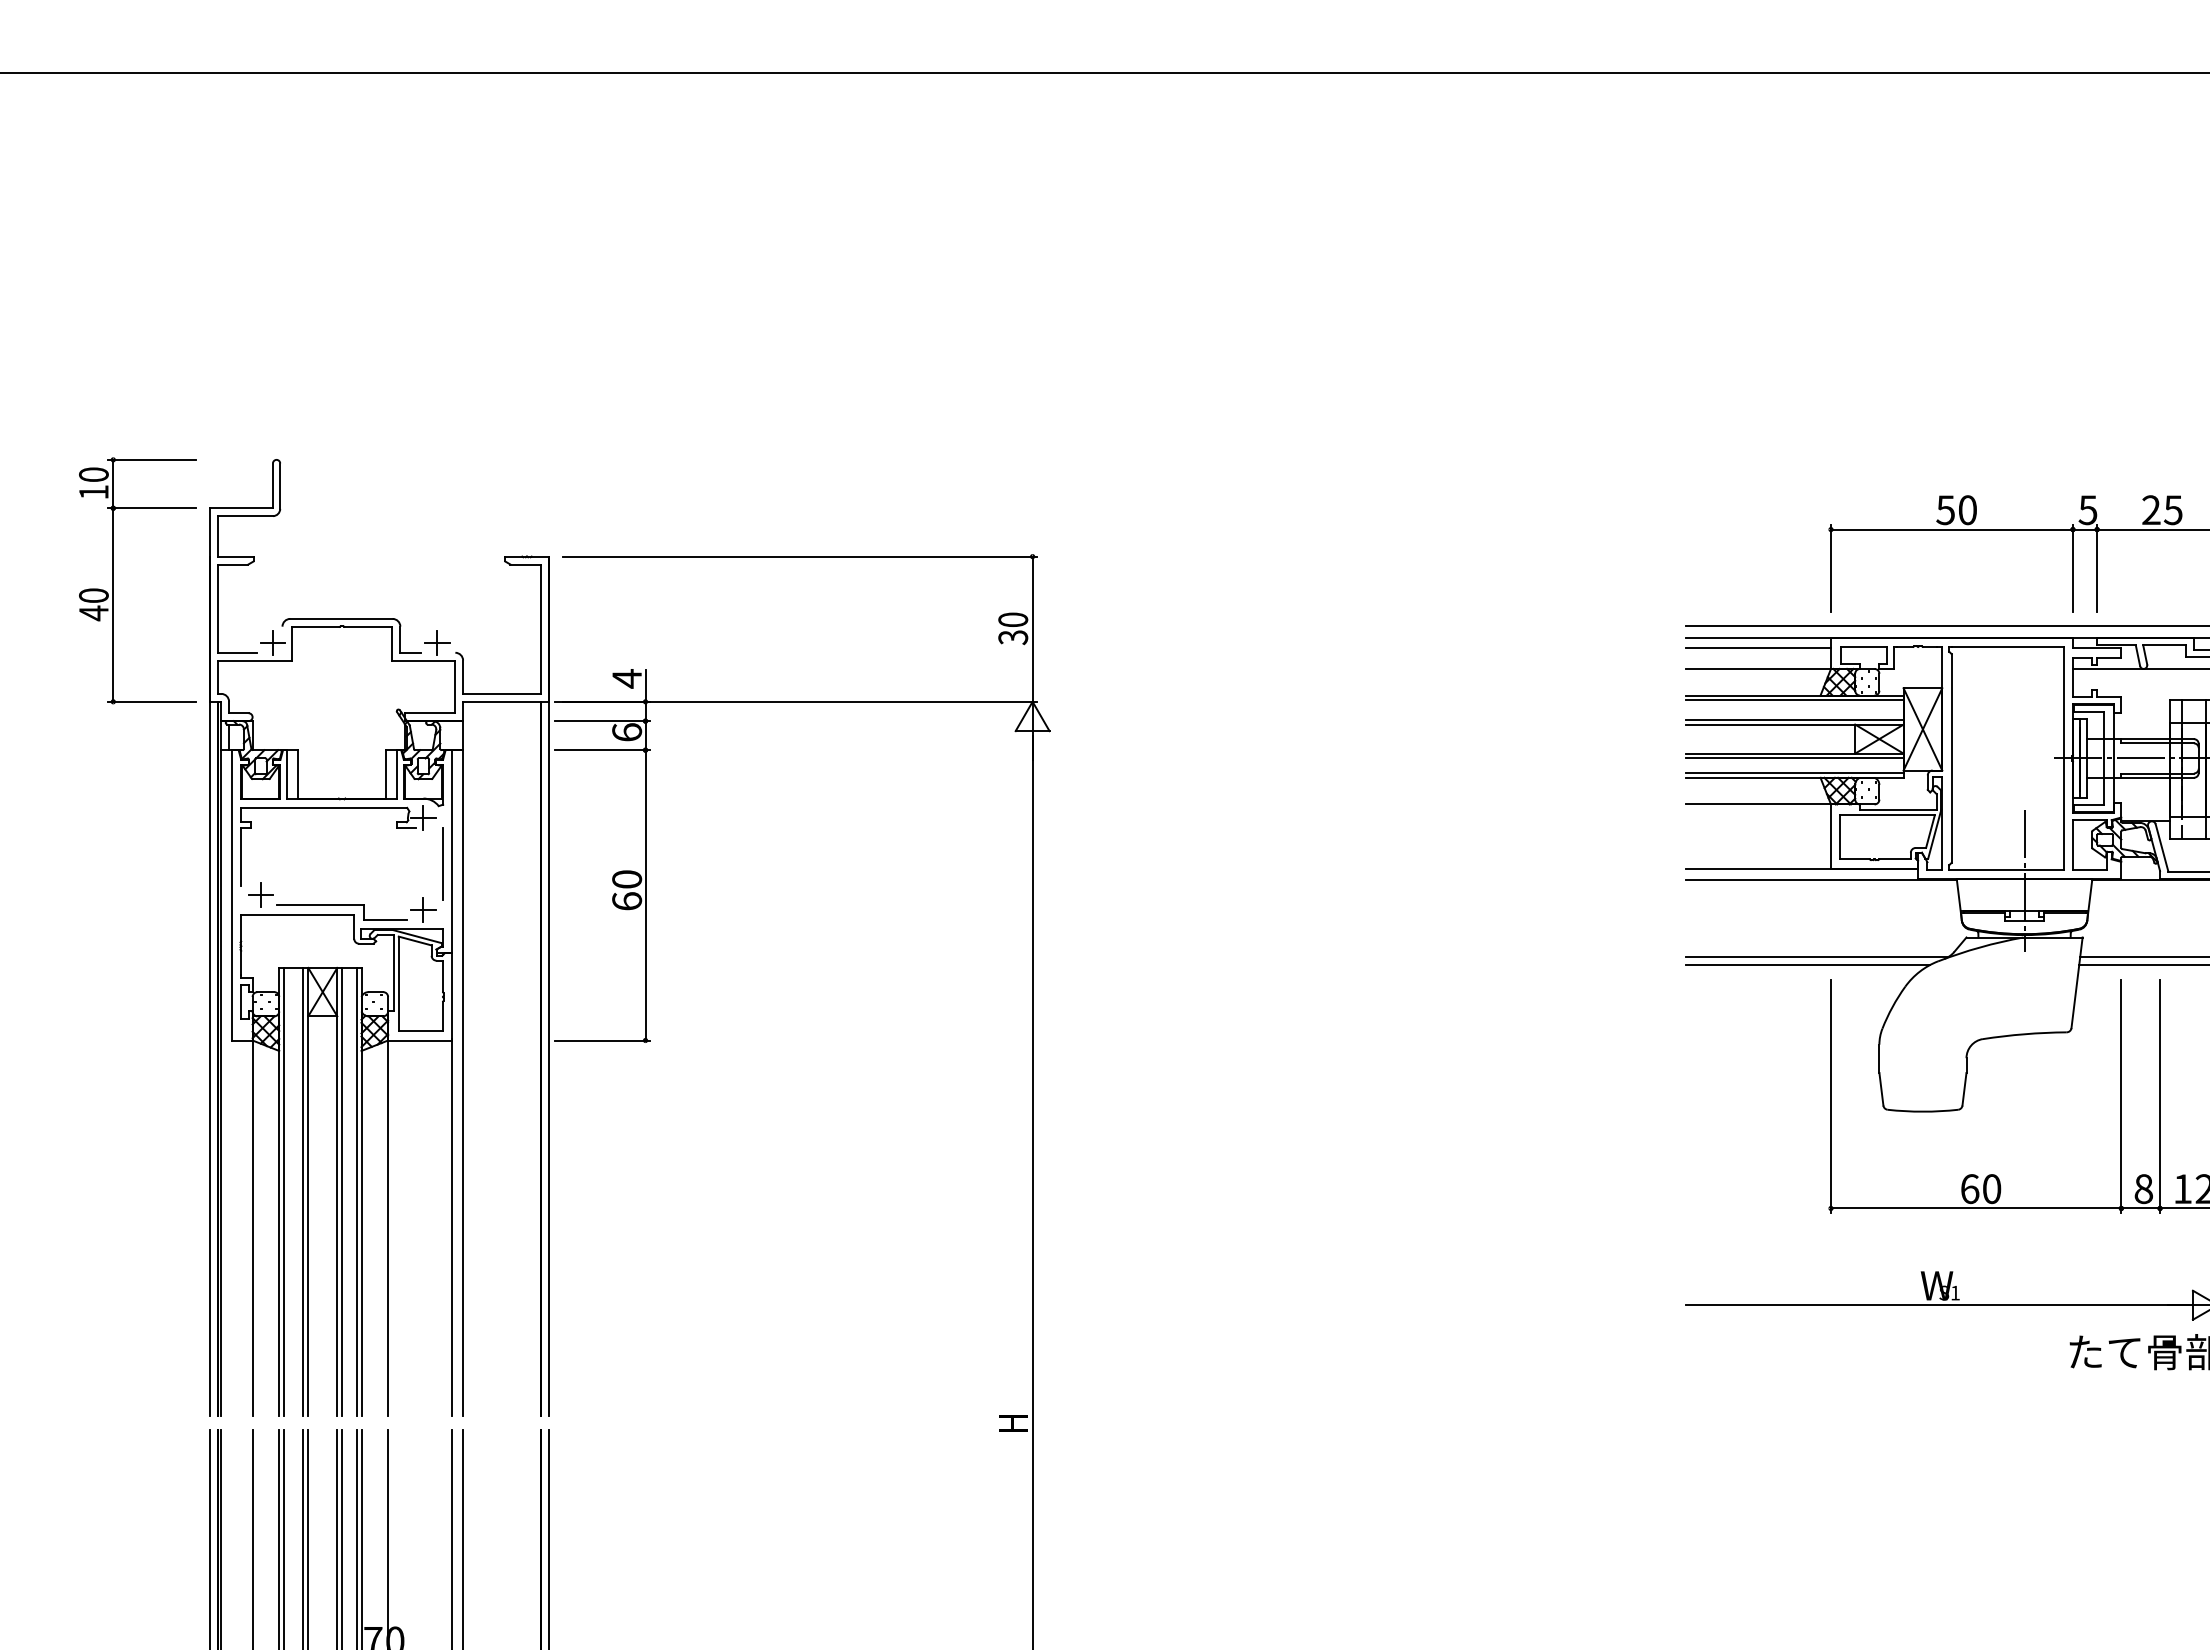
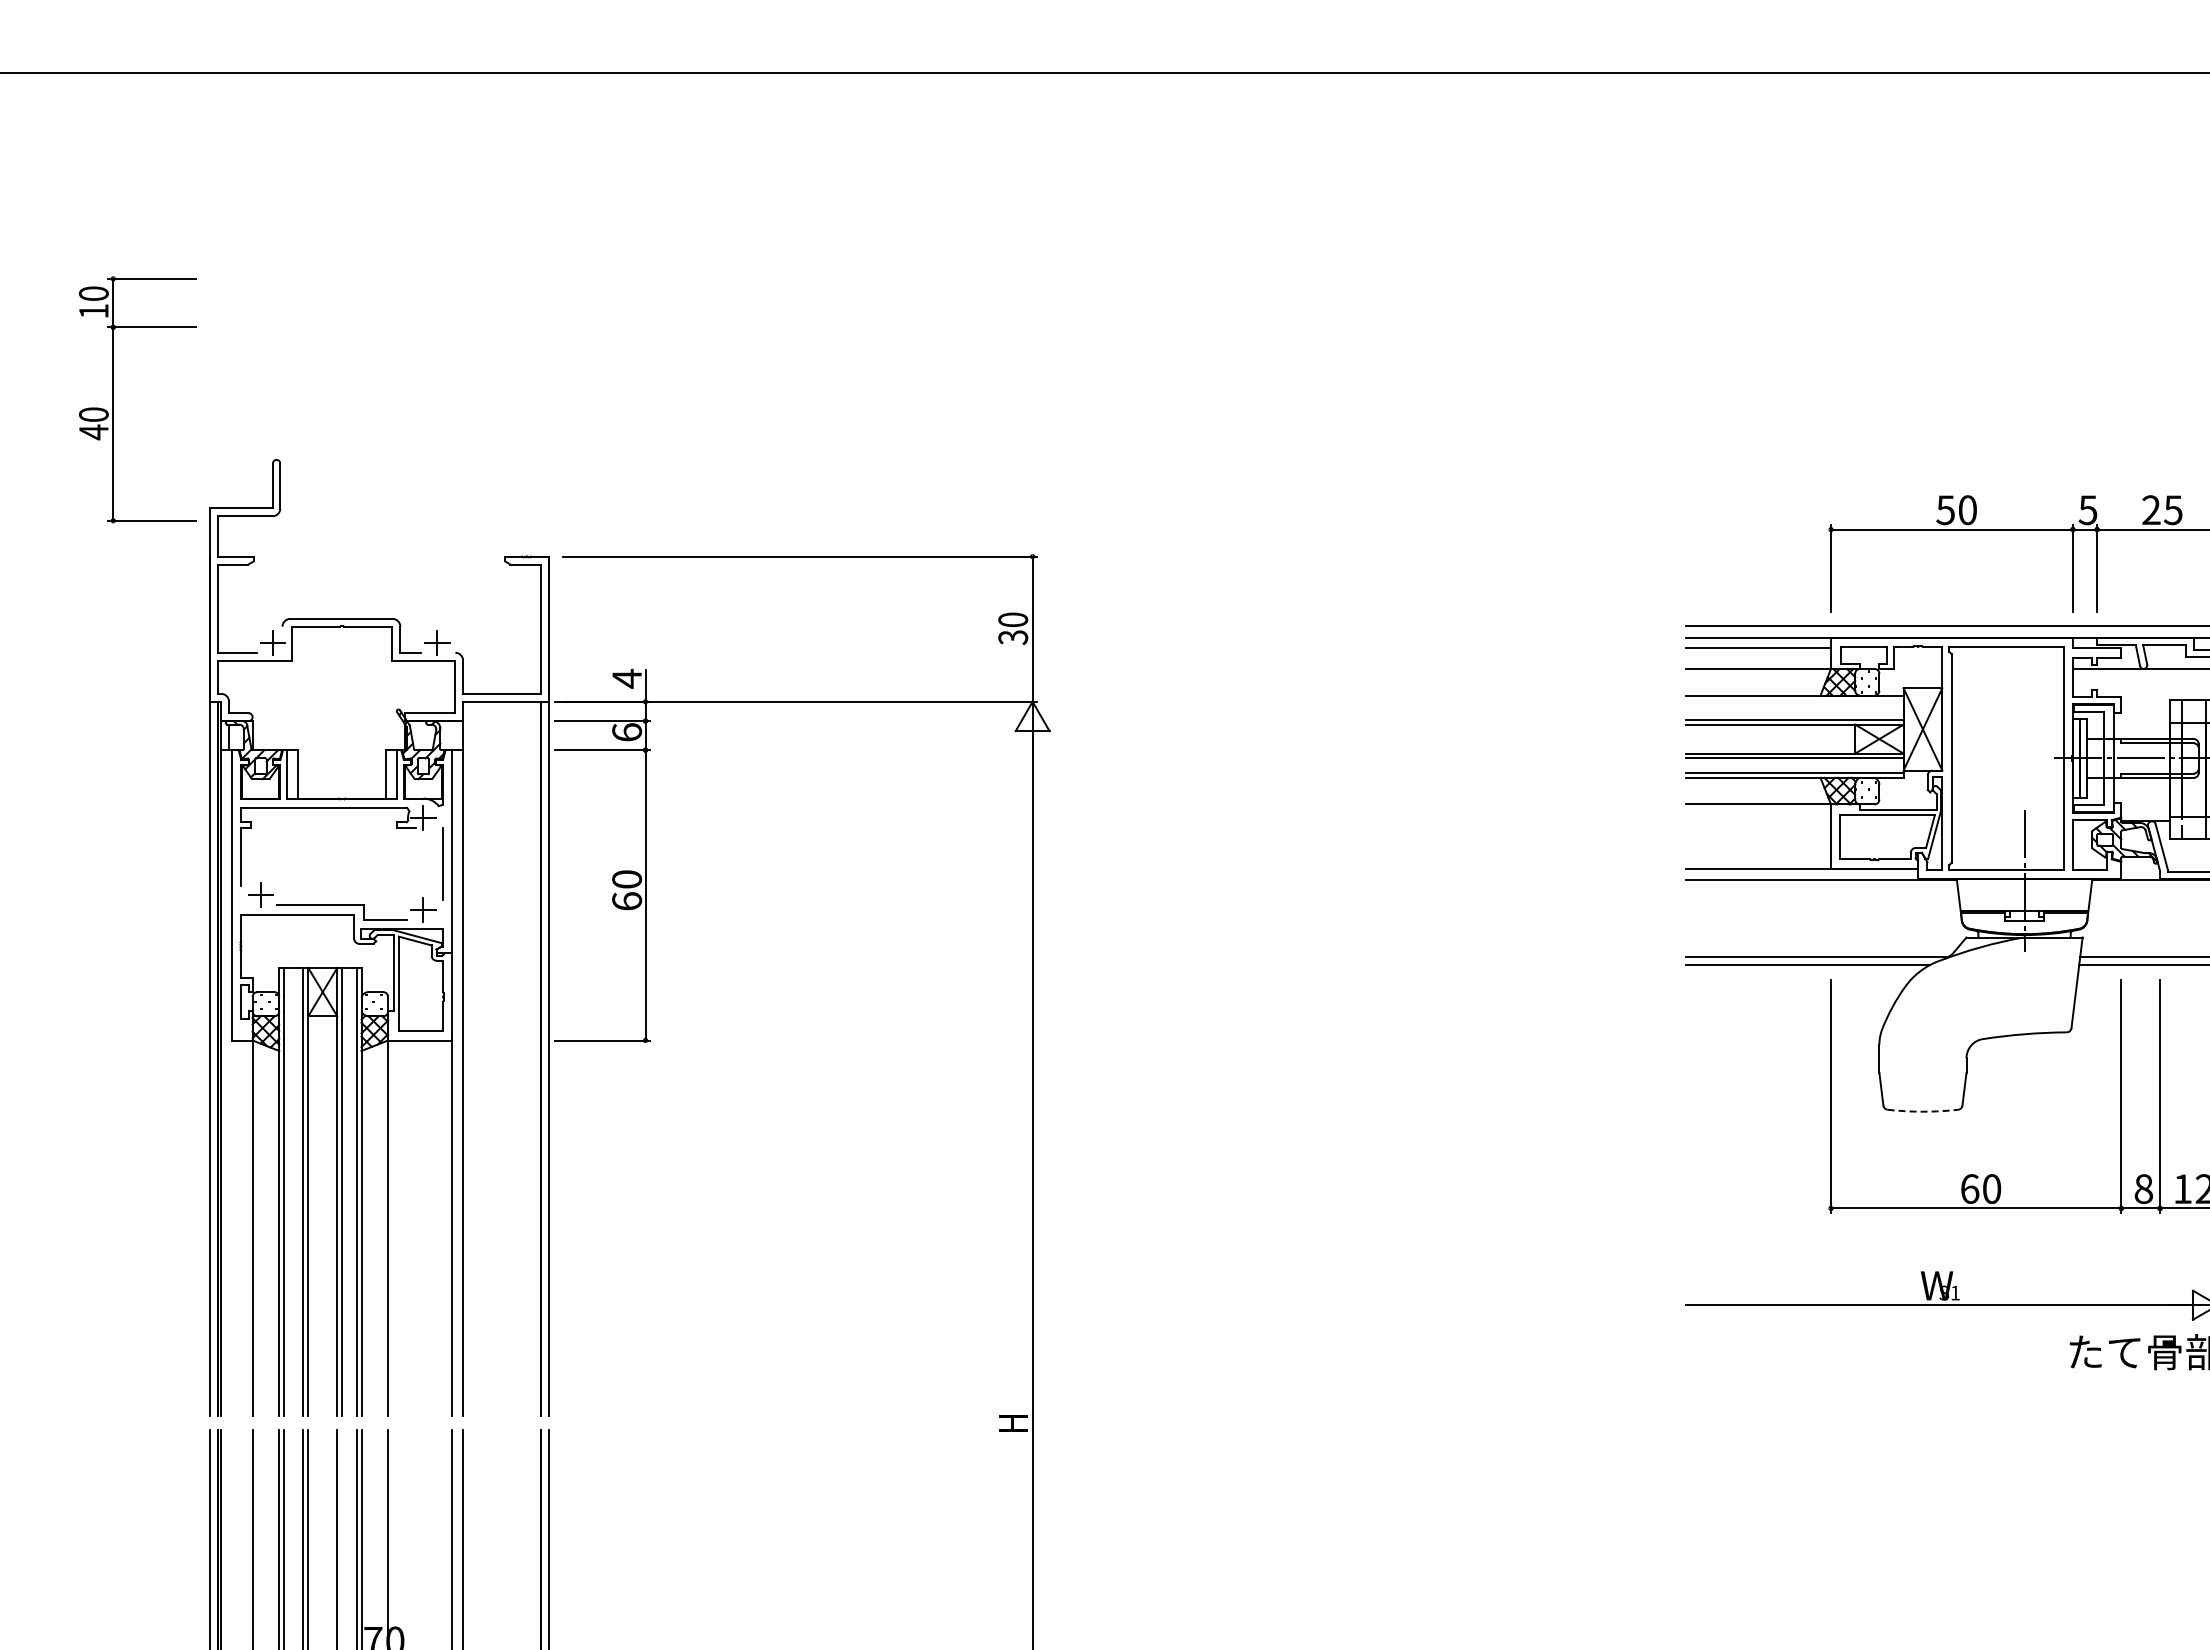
part at (113, 580) position: (113, 580) -> (113, 399)
line at (1794, 700): present -> none
arc at (1922, 1111): solid -> dashed
line at (342, 1538): present -> none
